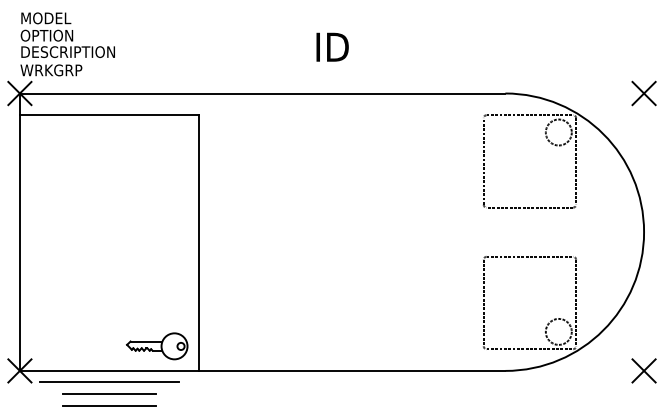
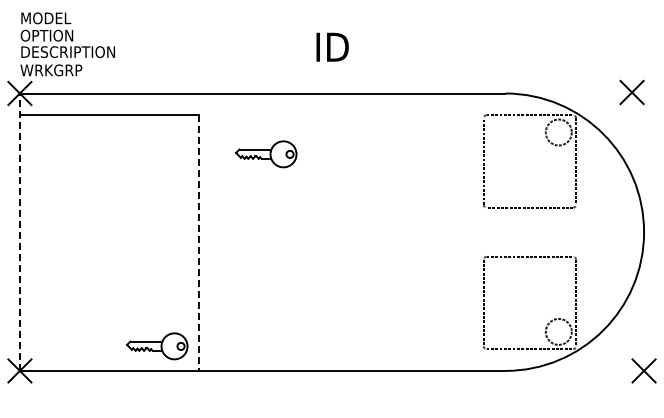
part at (643, 93) position: (643, 93) -> (631, 92)
part at (266, 154): none -> present
line at (19, 232): solid -> dashed
line at (199, 243): solid -> dashed
line at (109, 382): present -> none
line at (109, 394): present -> none
line at (109, 405): present -> none
